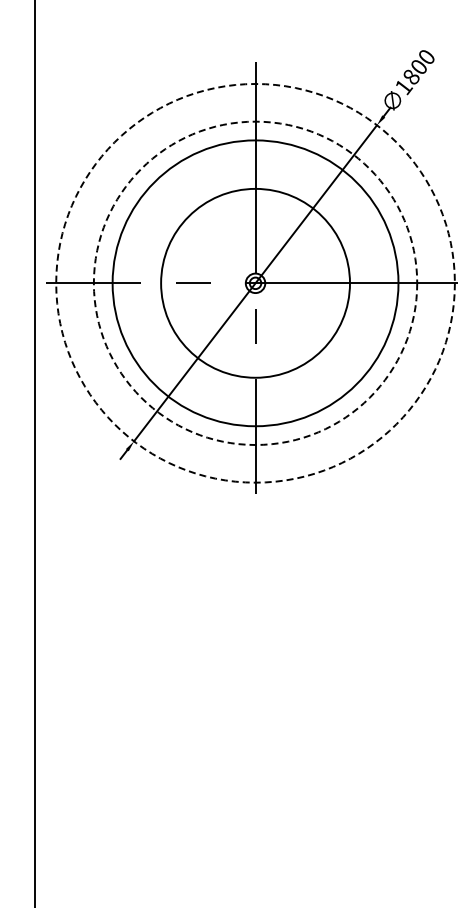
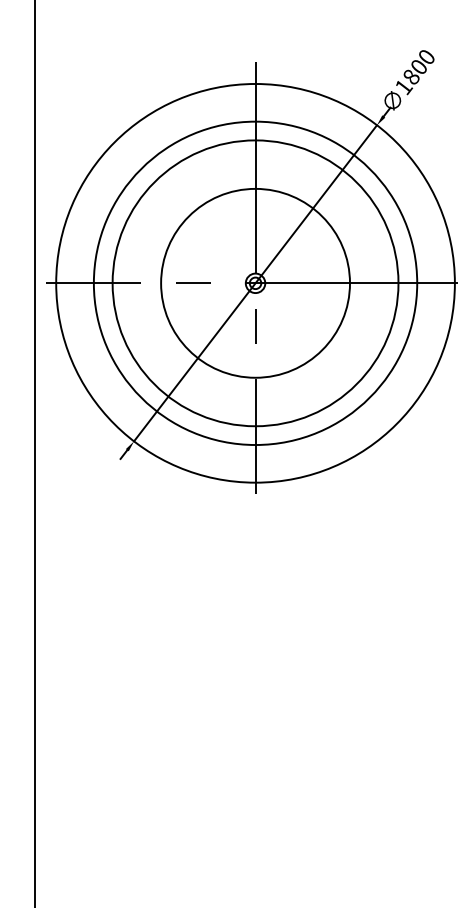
circle at (255, 282): dashed -> solid
circle at (255, 283): dashed -> solid
